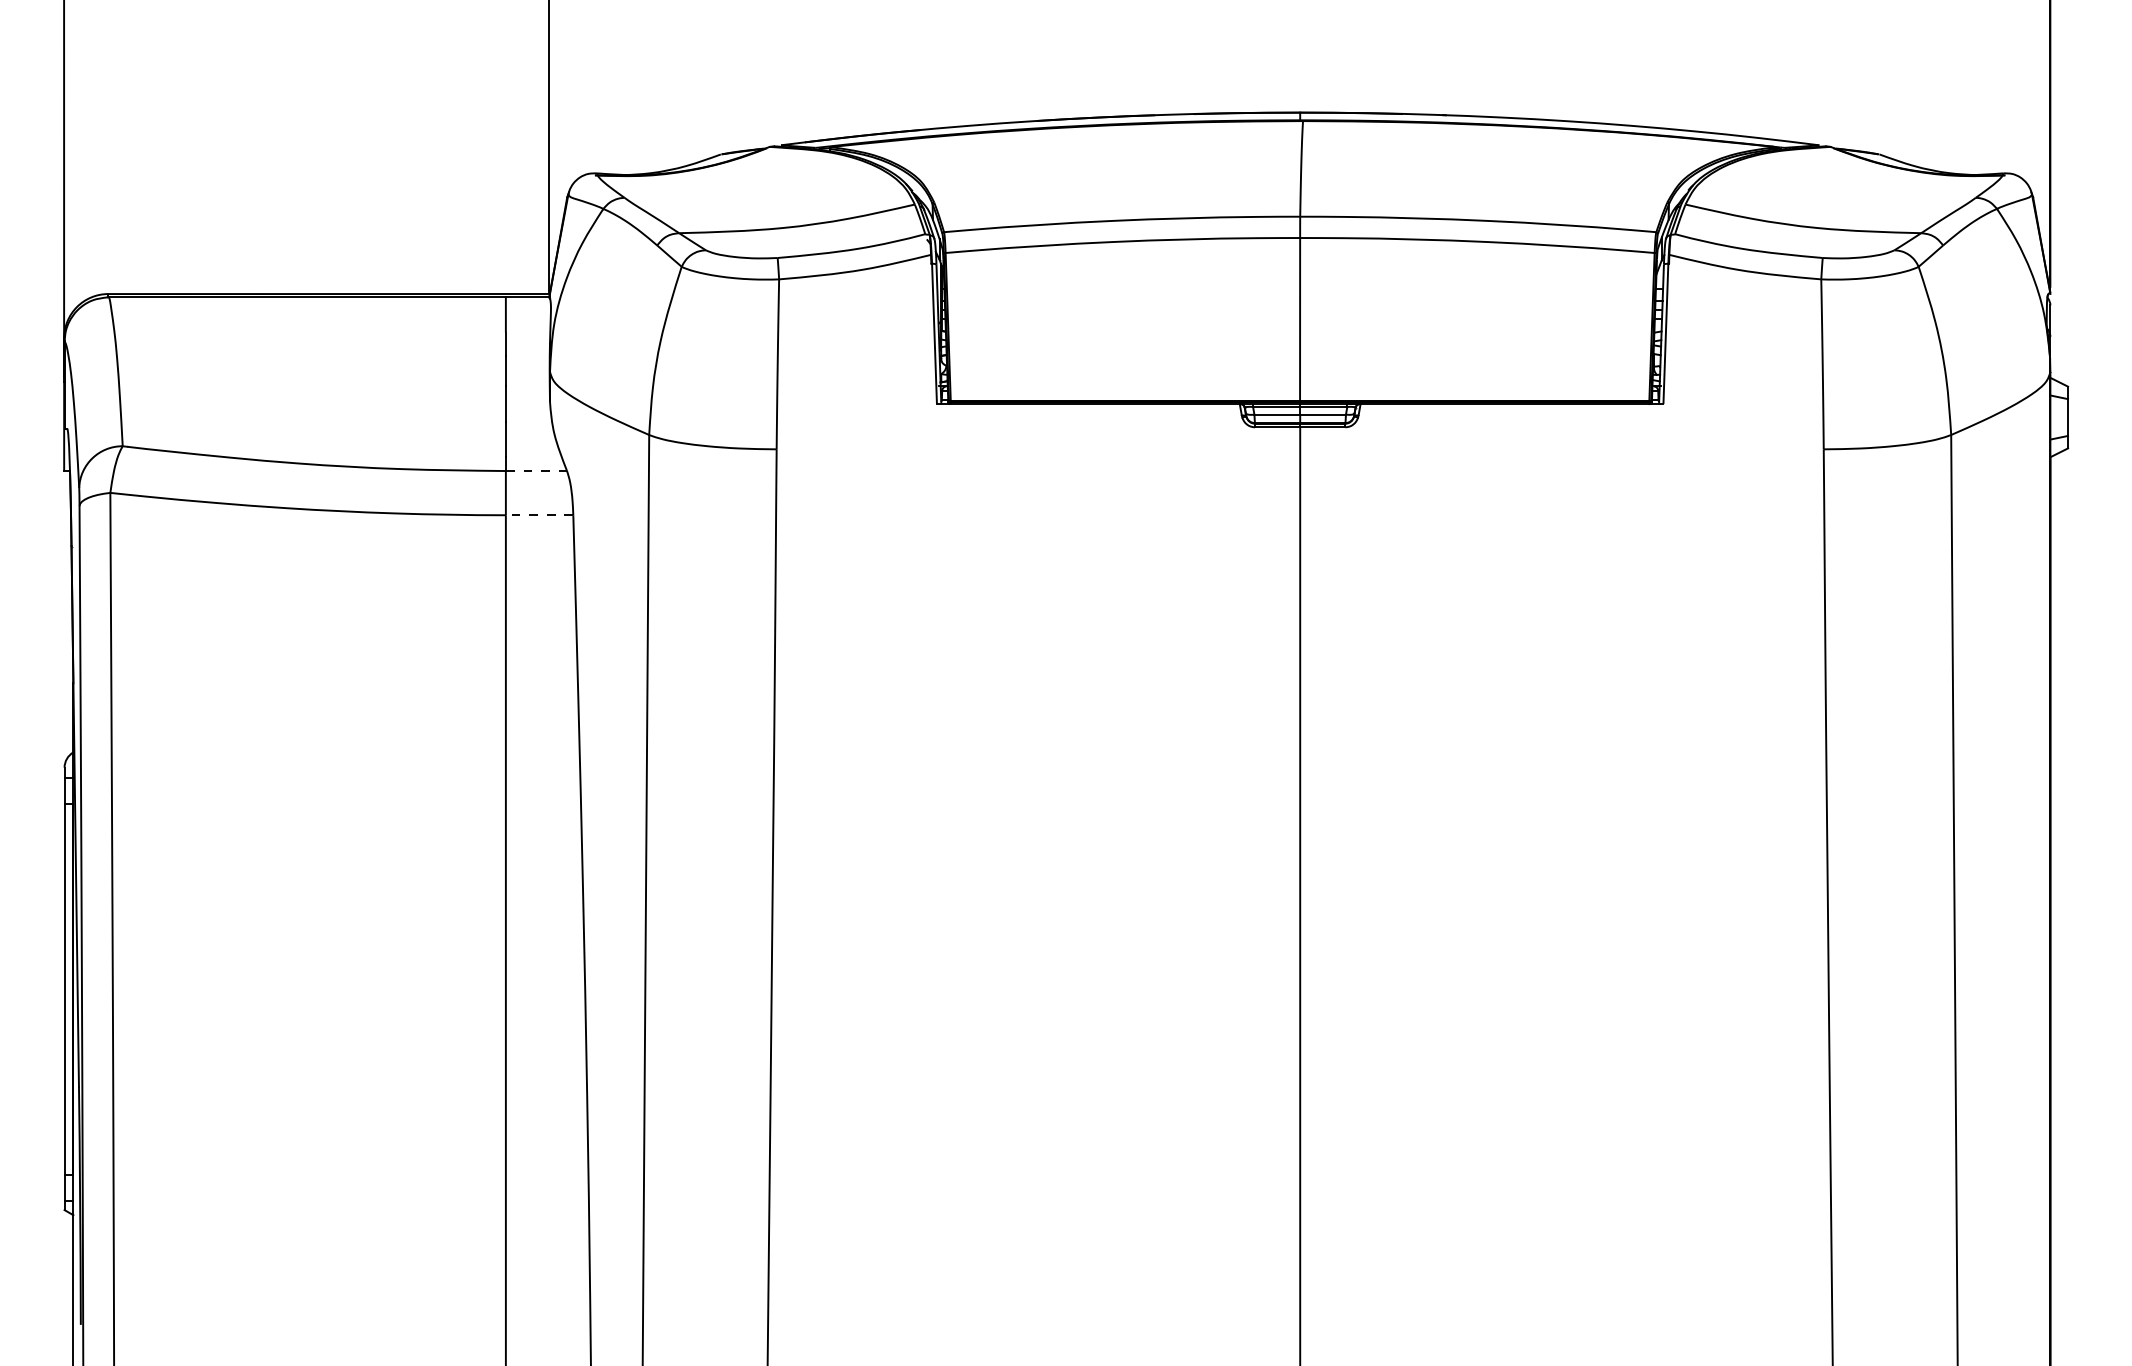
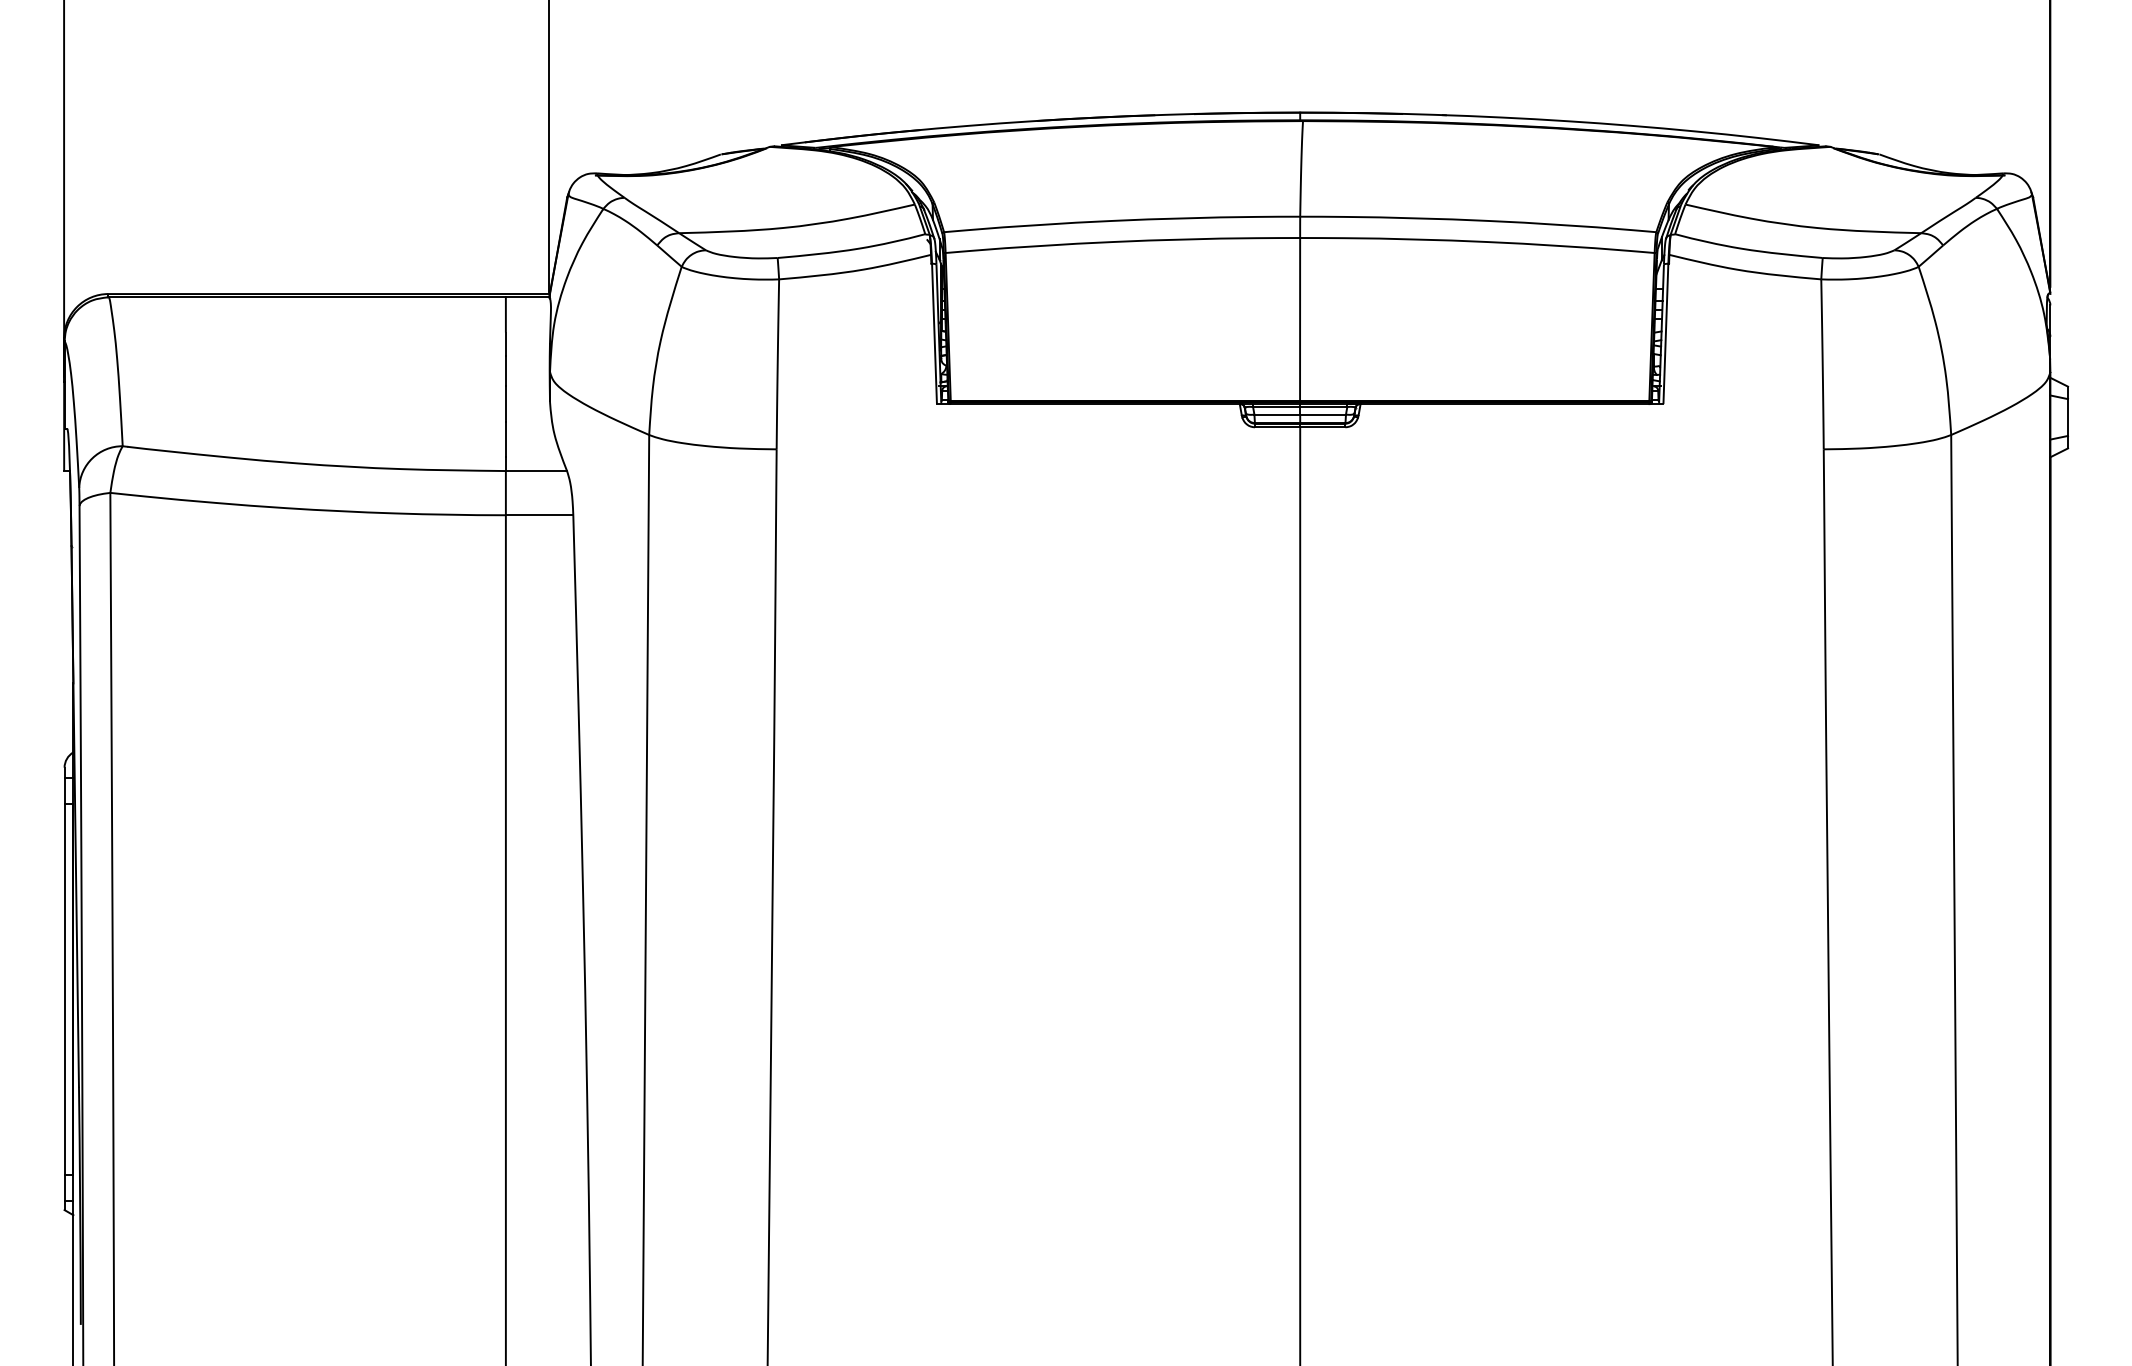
line at (536, 471): dashed -> solid
line at (539, 515): dashed -> solid
